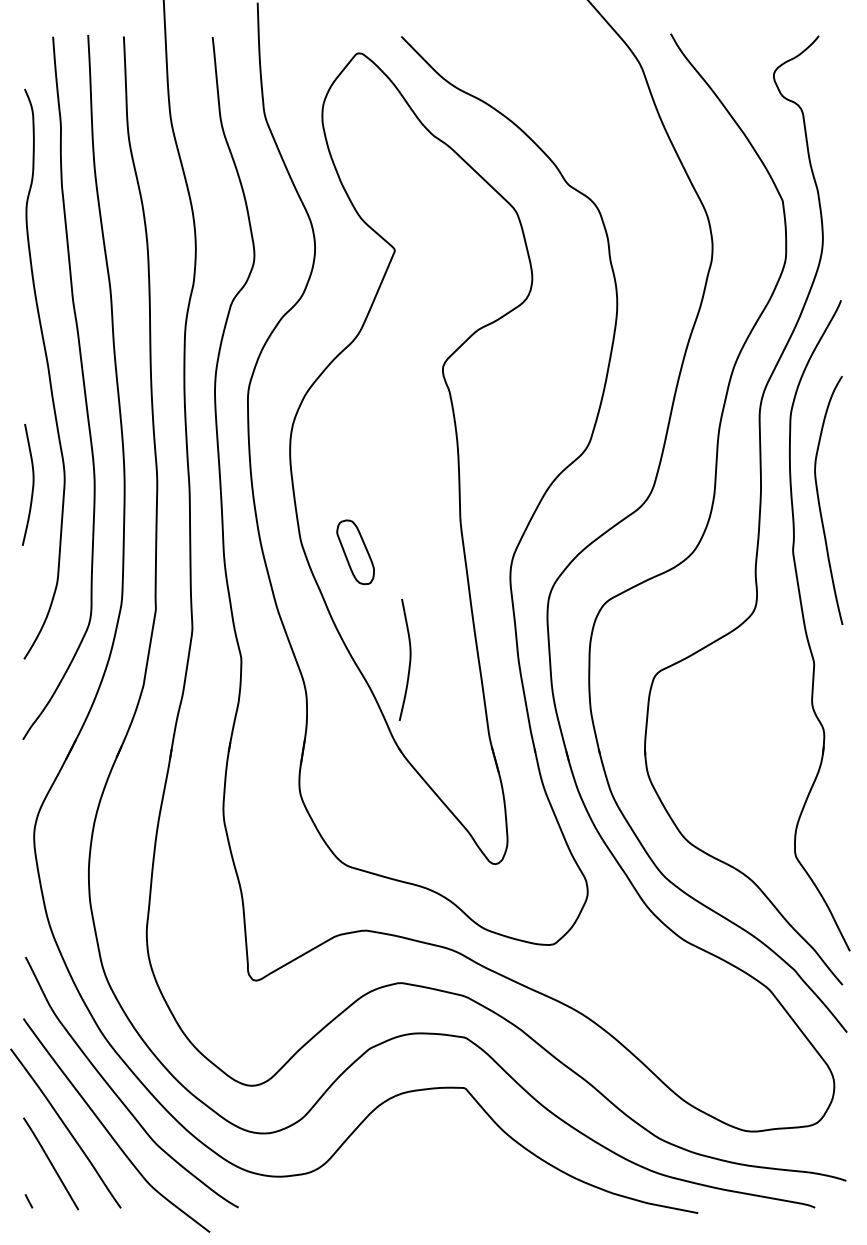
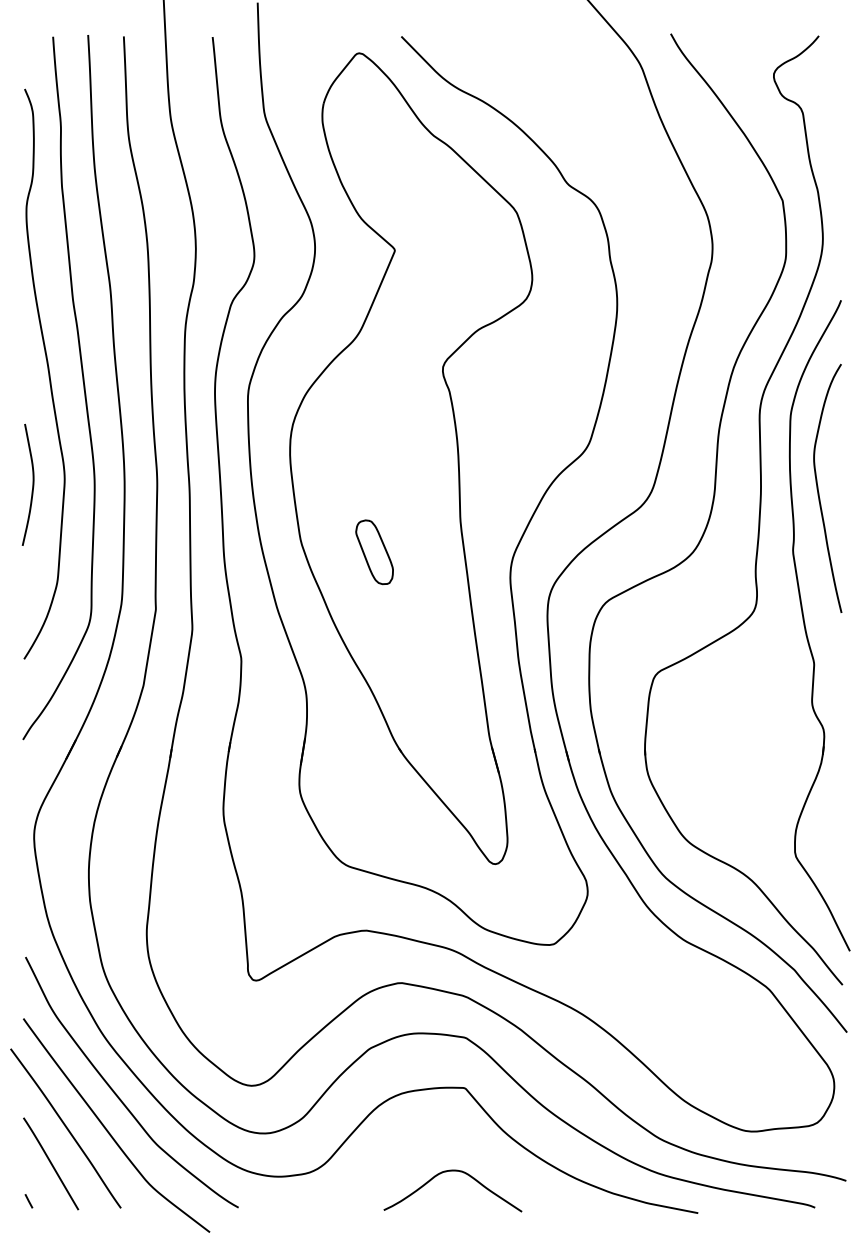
curve at (819, 499) position: (819, 499) -> (818, 487)
part at (355, 552) position: (355, 552) -> (374, 552)
curve at (409, 659): present -> none
curve at (446, 1172): none -> present
